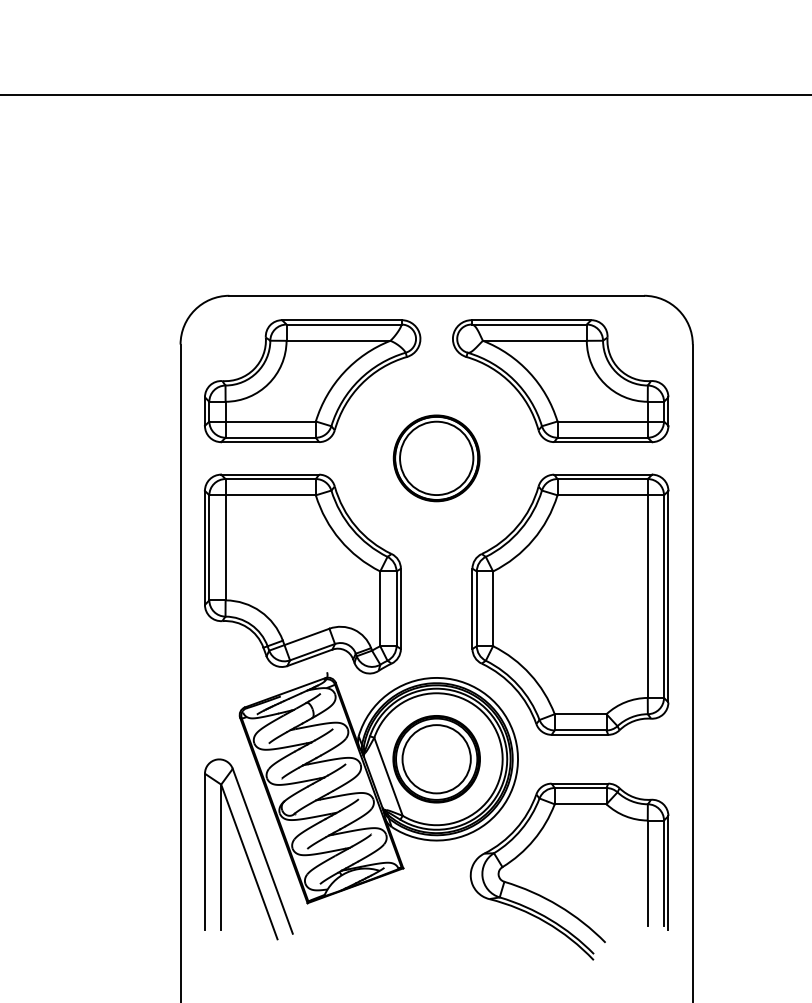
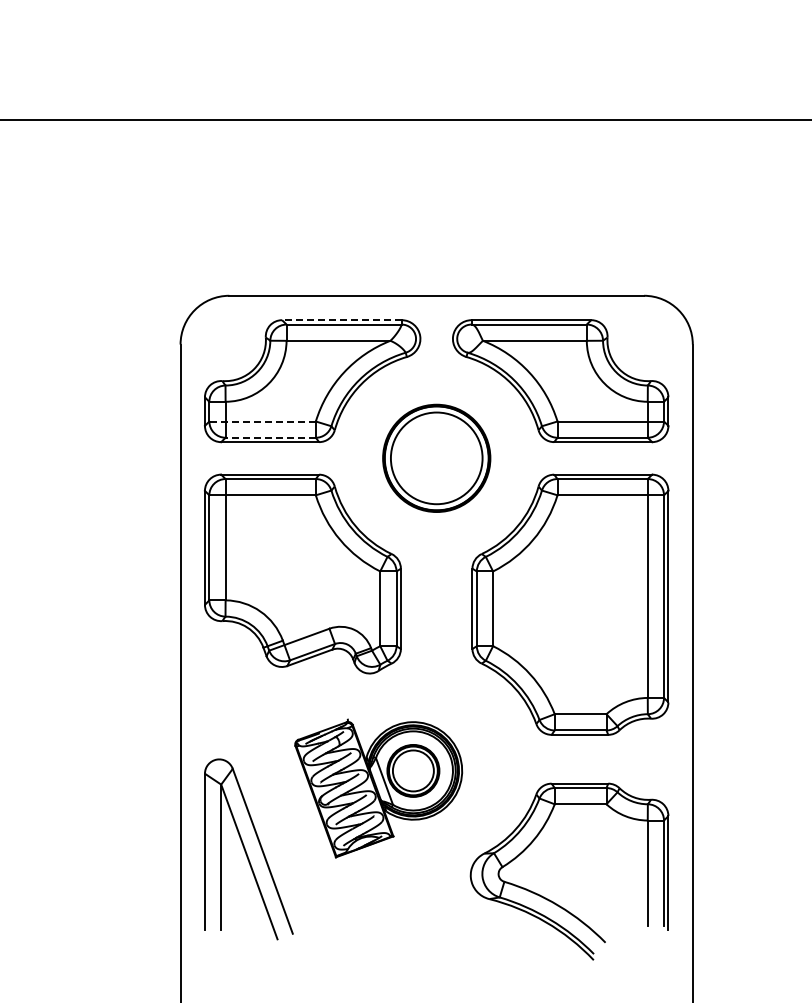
line at (405, 94) position: (405, 94) -> (405, 119)
line at (341, 320): solid -> dashed
line at (262, 421): solid -> dashed
line at (270, 437): solid -> dashed
part at (436, 458) size: 89x89 px -> 110x110 px
part at (378, 788) size: 281x233 px -> 170x141 px
